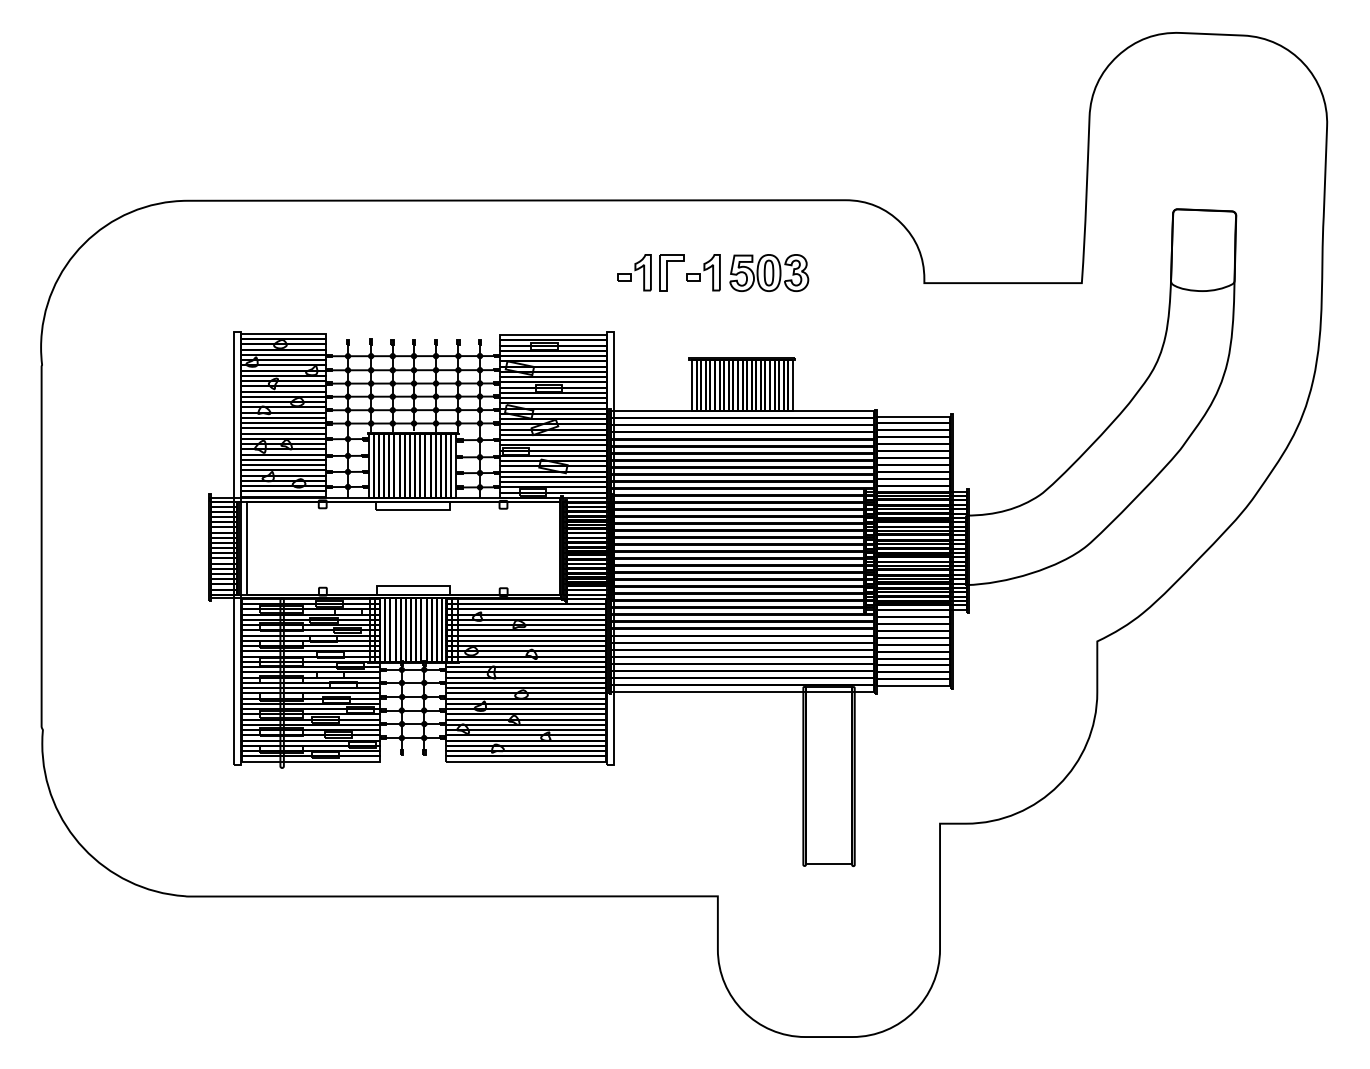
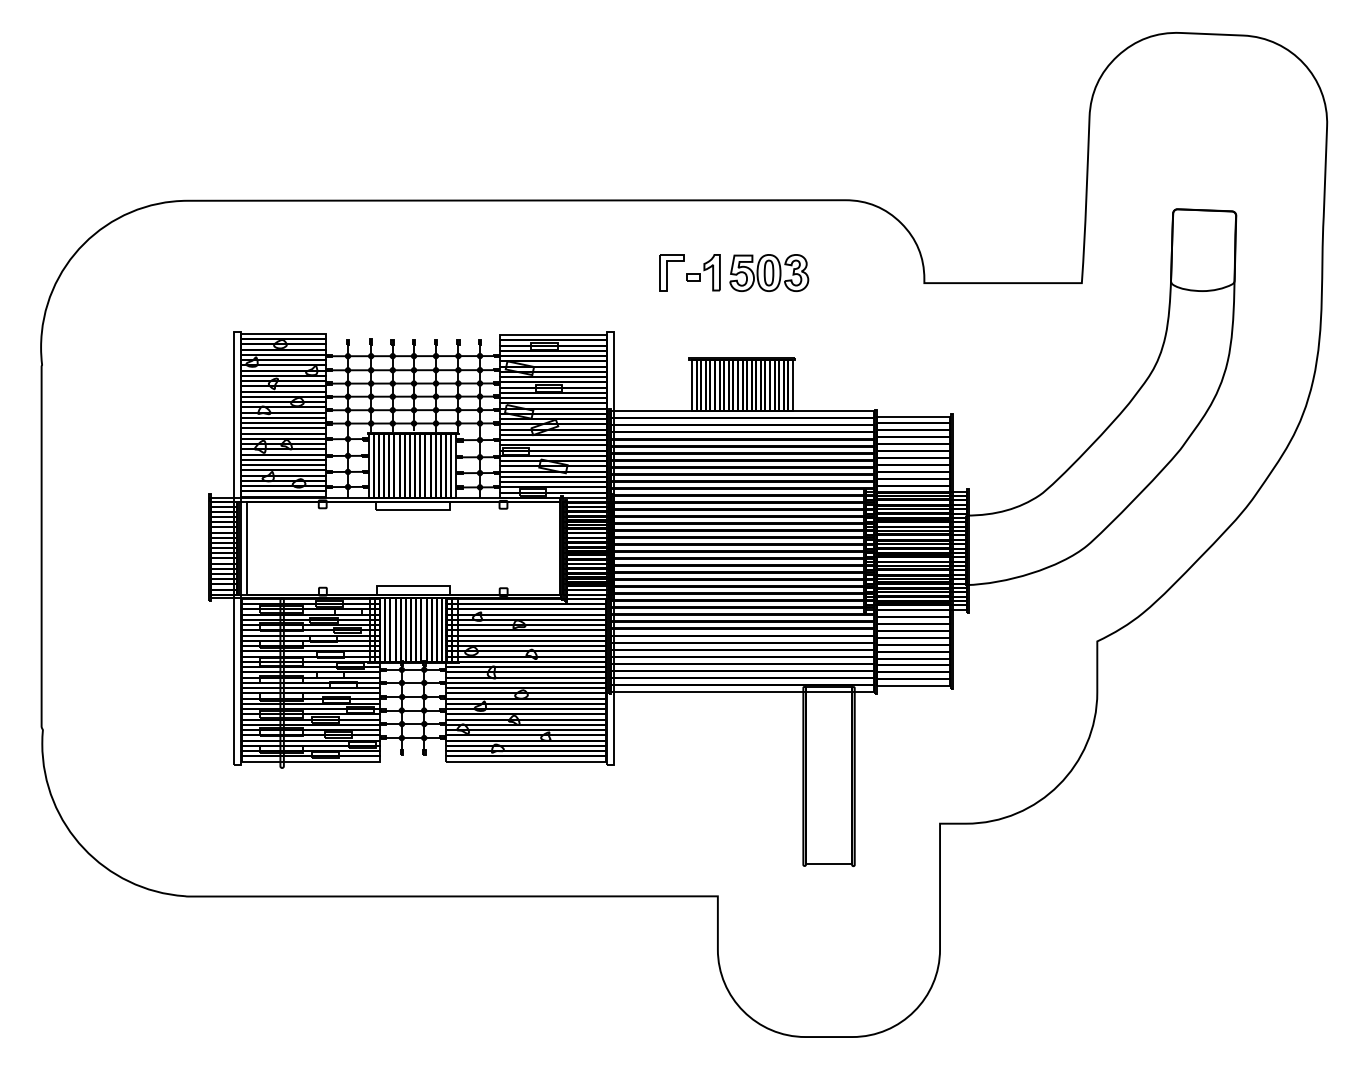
part at (634, 272): present -> none
